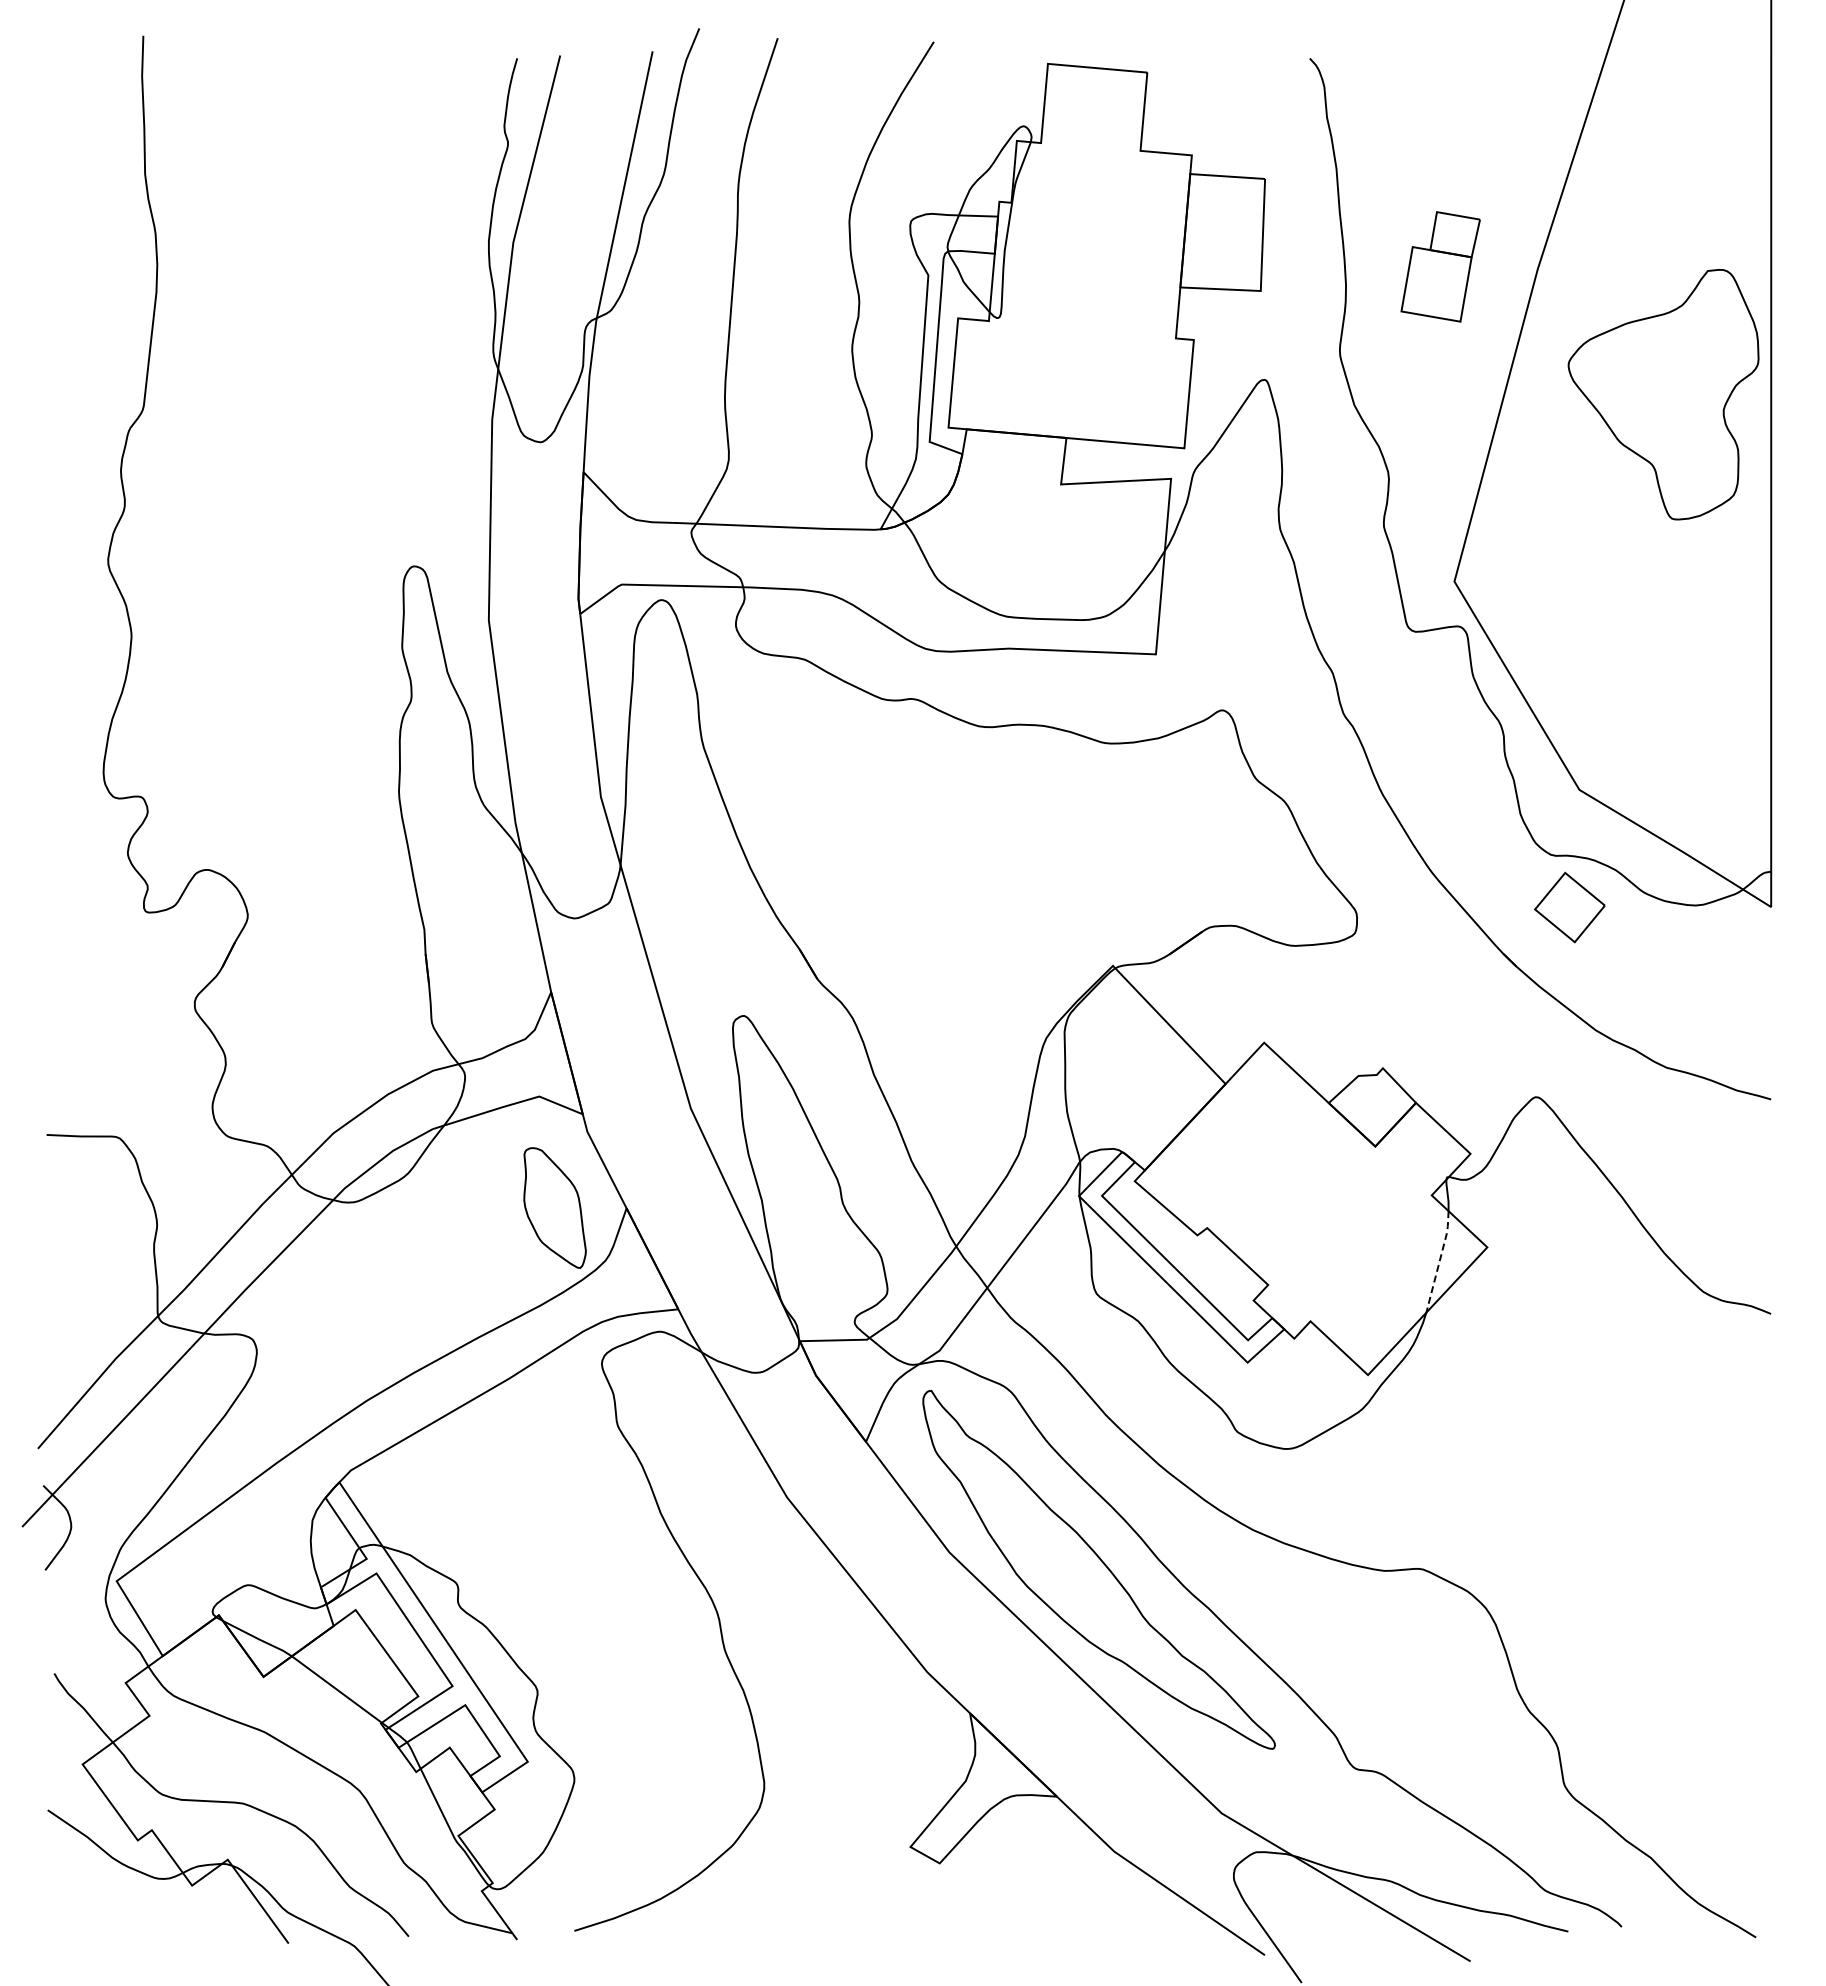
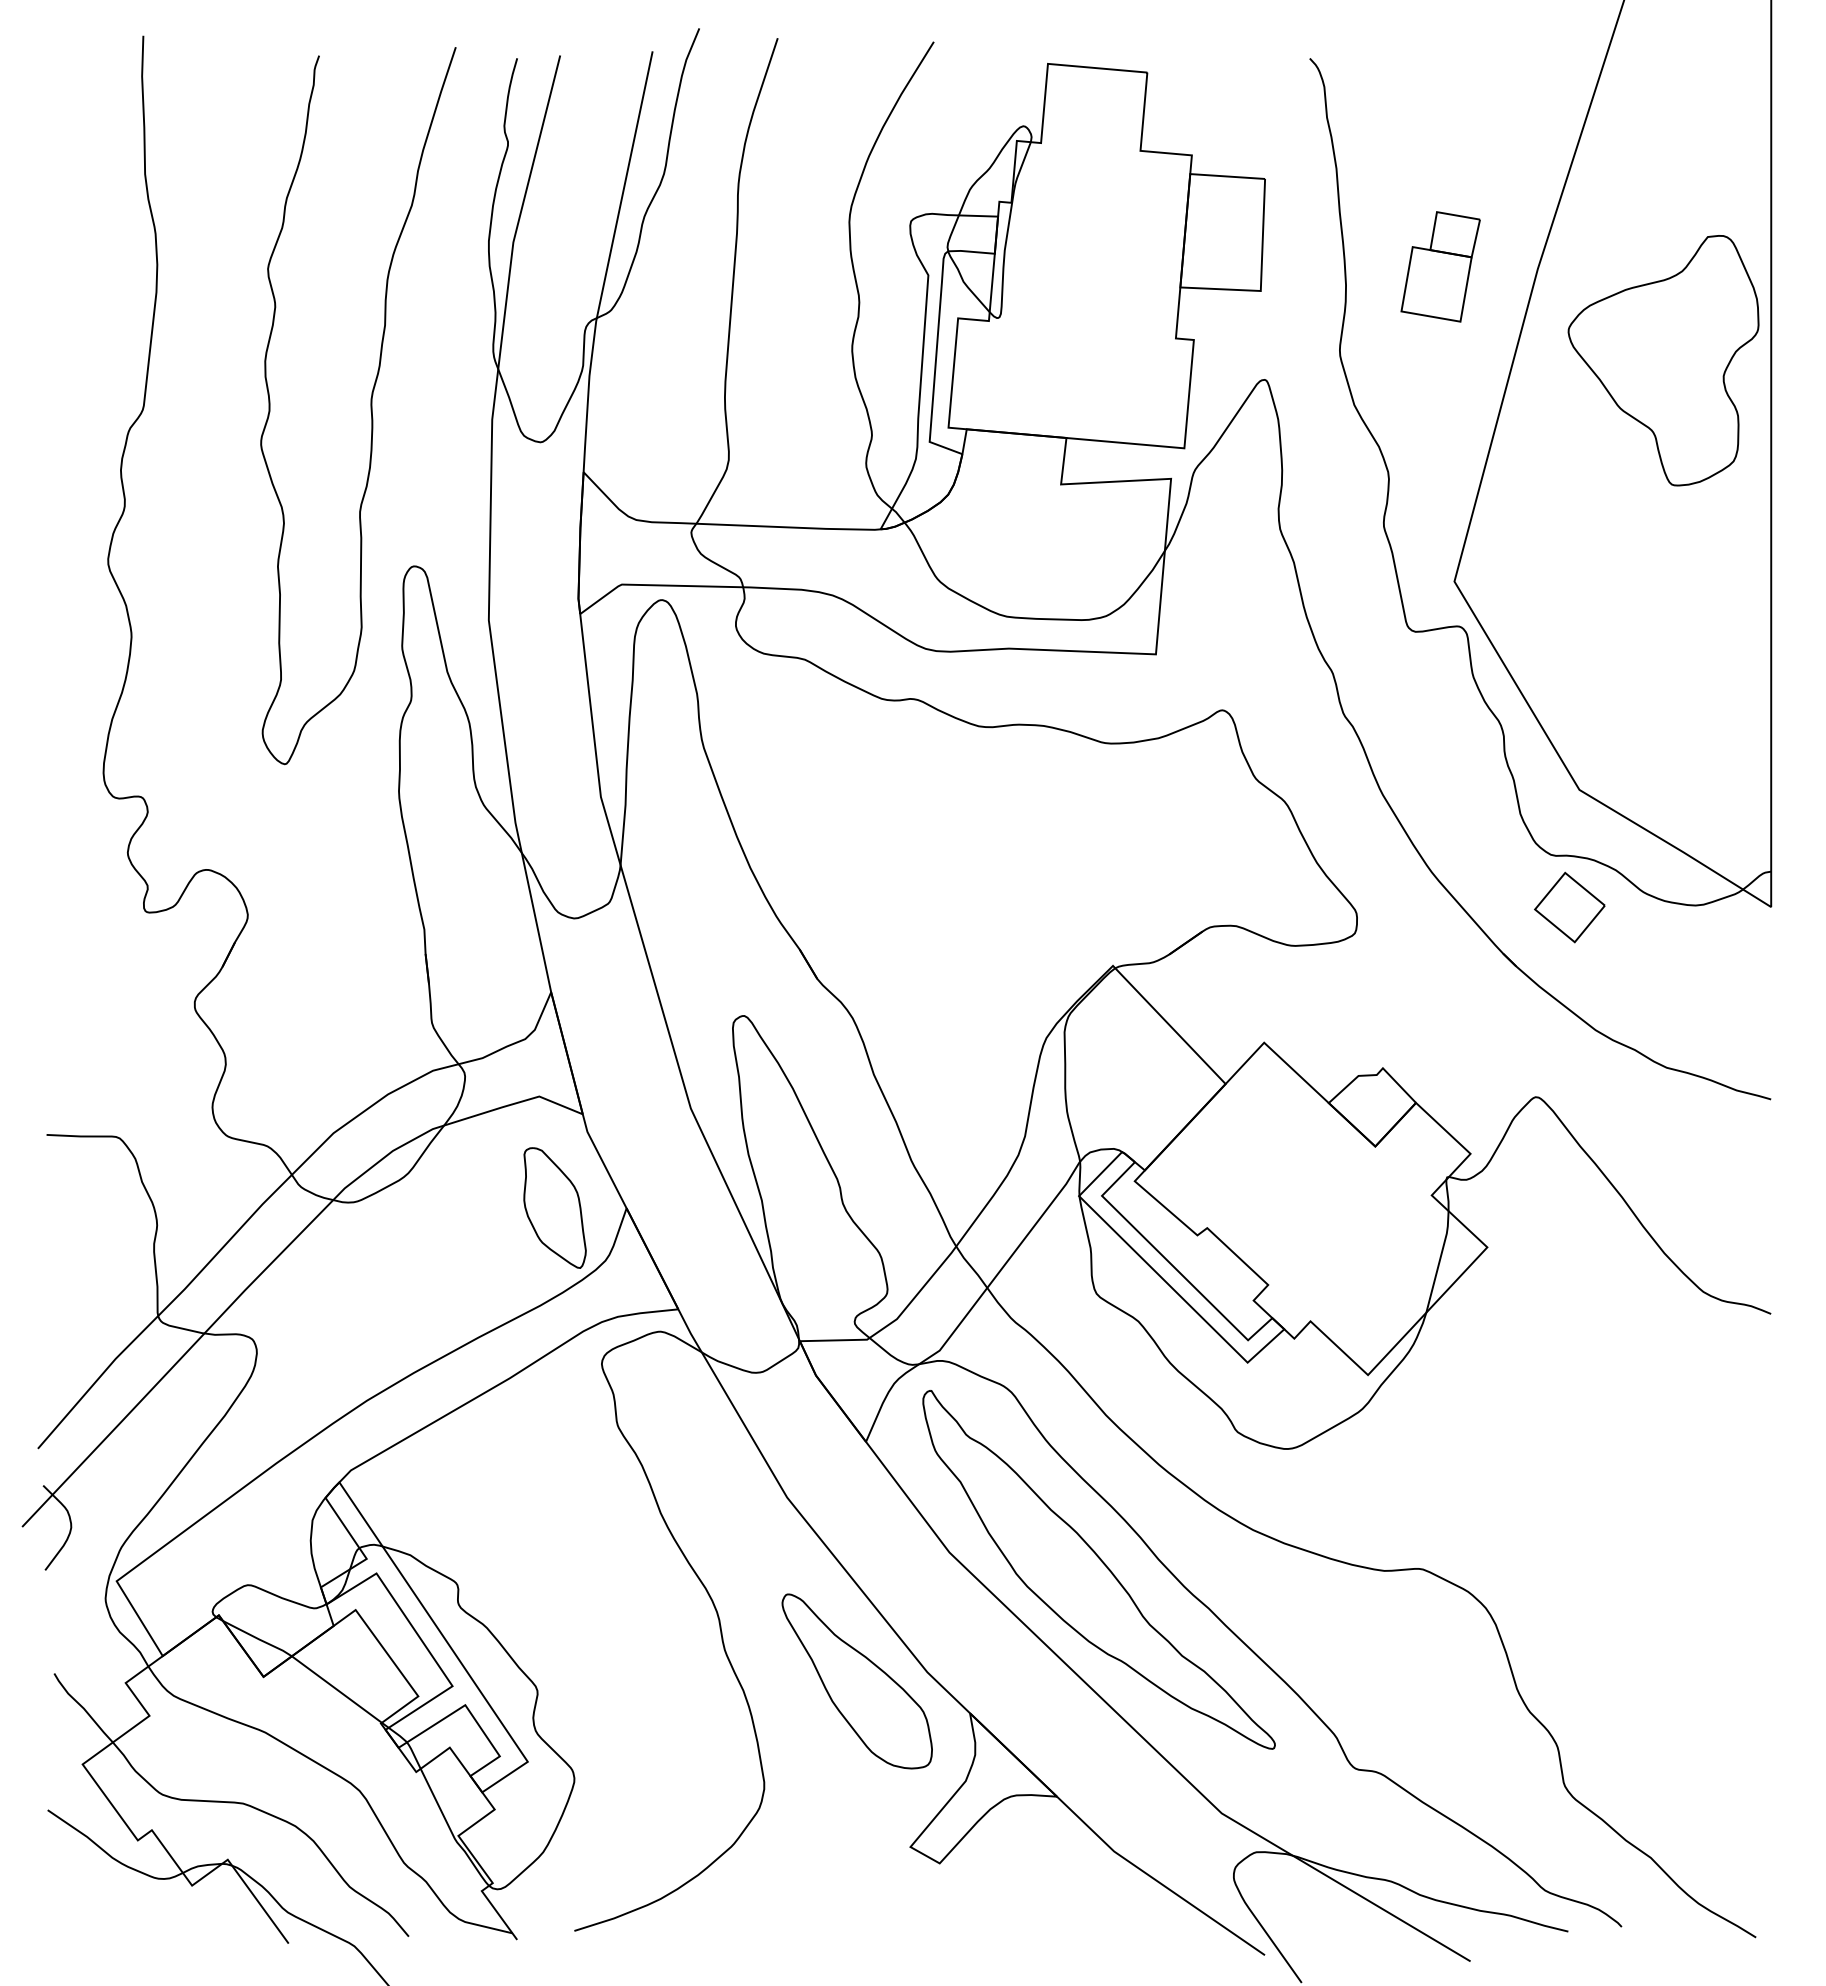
part at (1663, 394) position: (1663, 394) -> (1663, 360)
curve at (370, 406): none -> present
line at (1439, 1260): dashed -> solid
part at (856, 1681): none -> present
